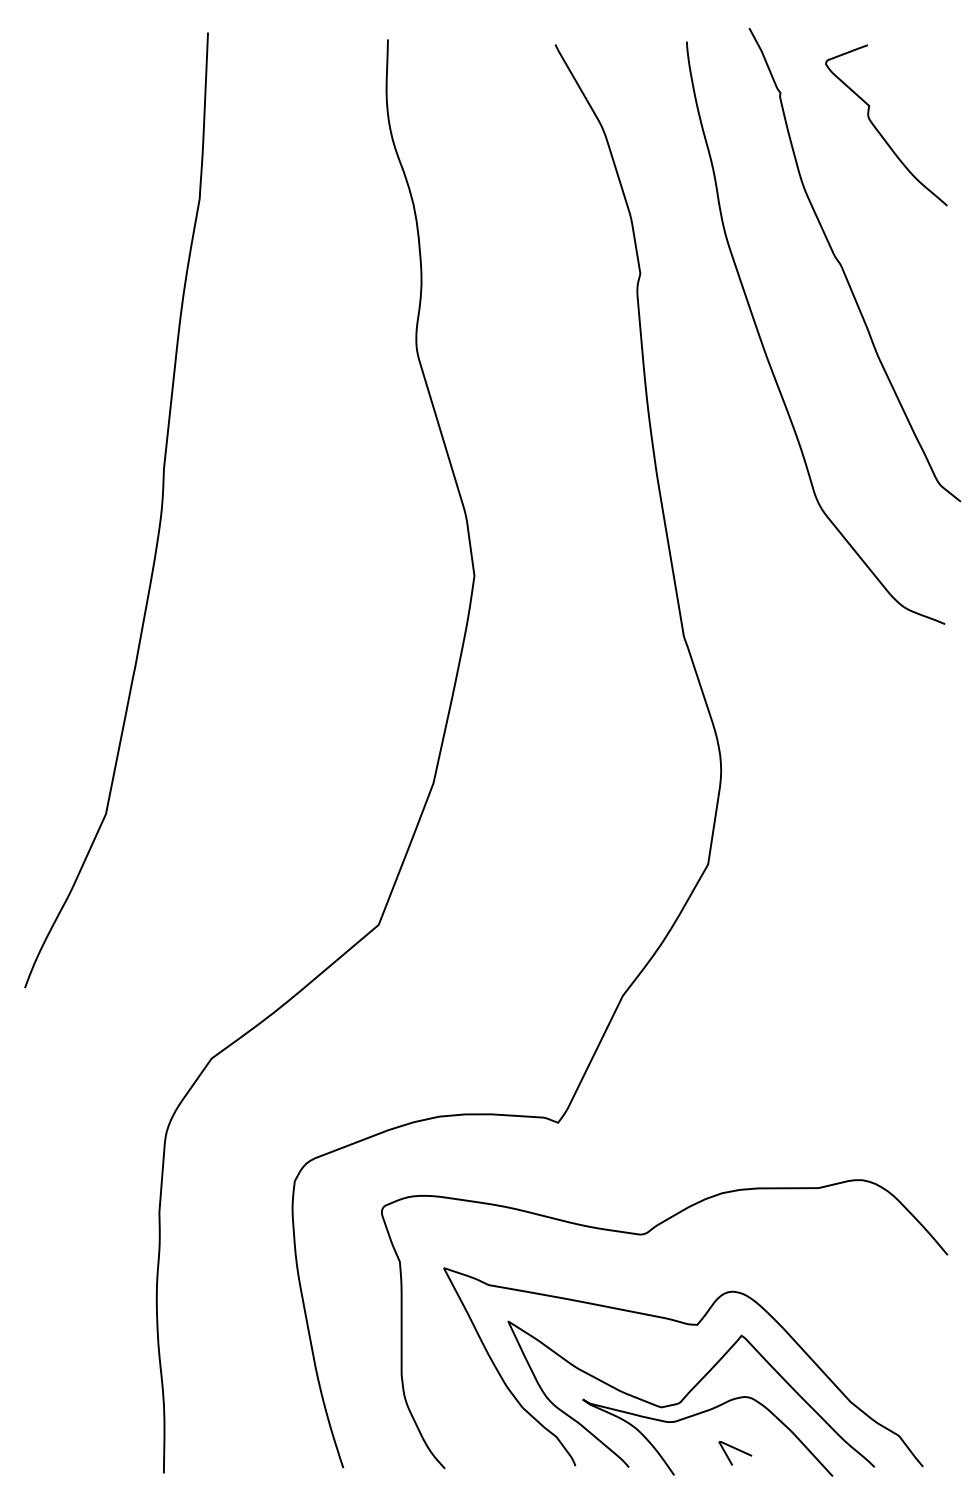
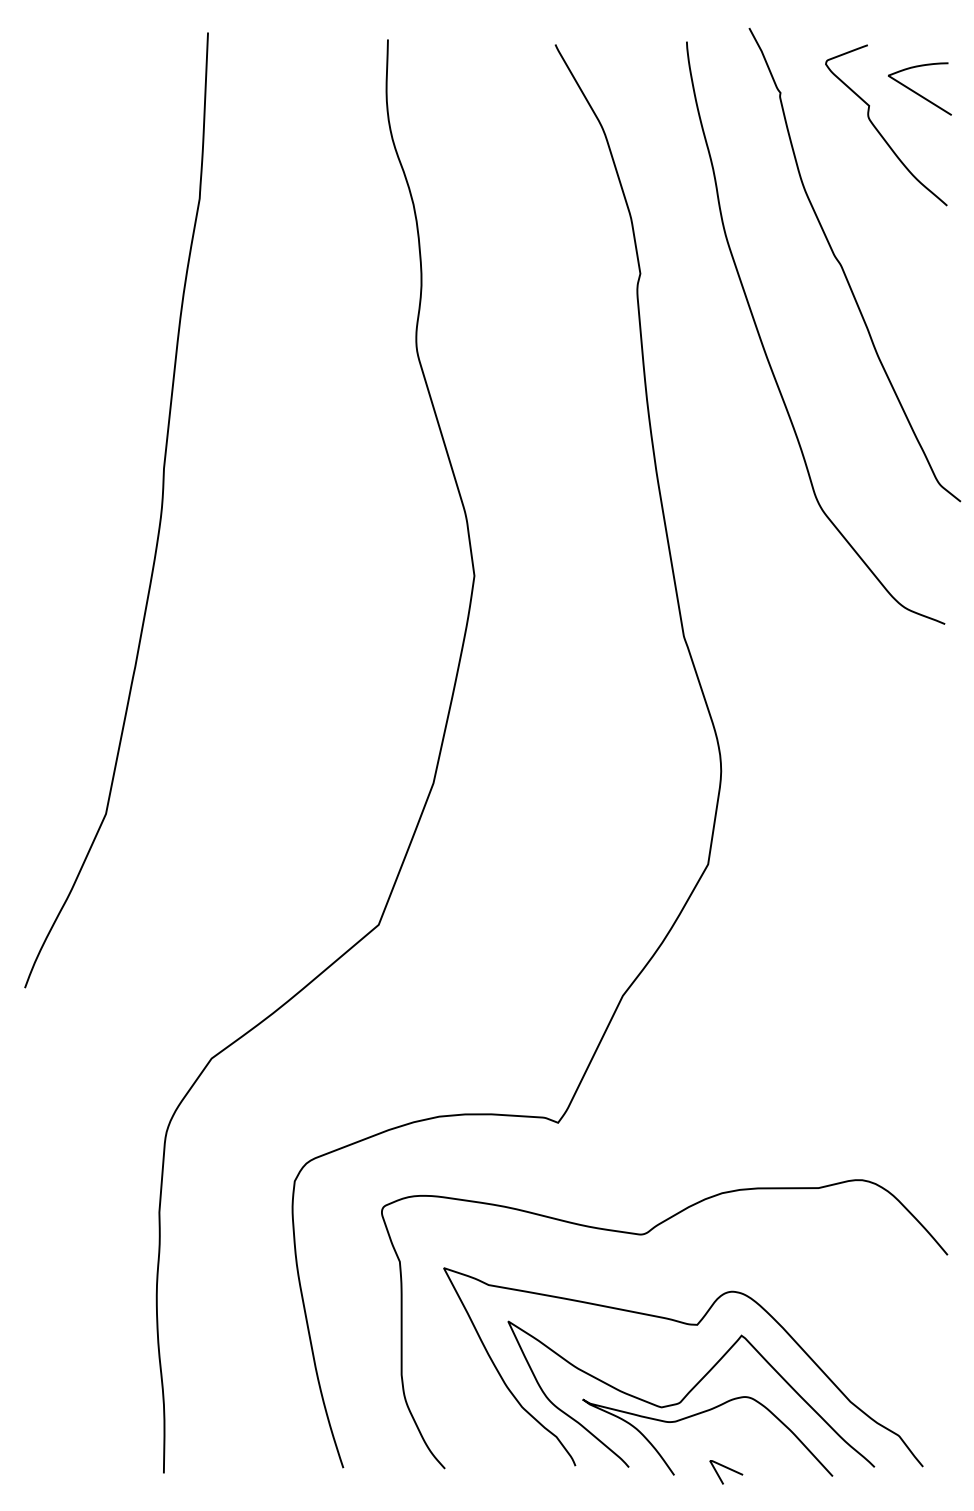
curve at (917, 92): none -> present
curve at (737, 1450) position: (737, 1450) -> (728, 1469)
